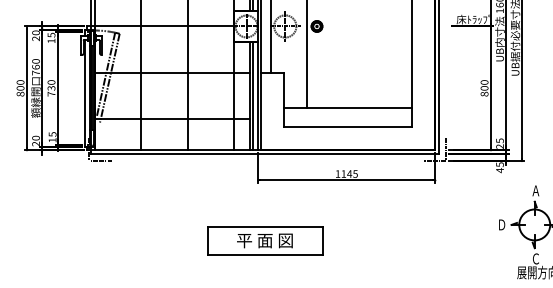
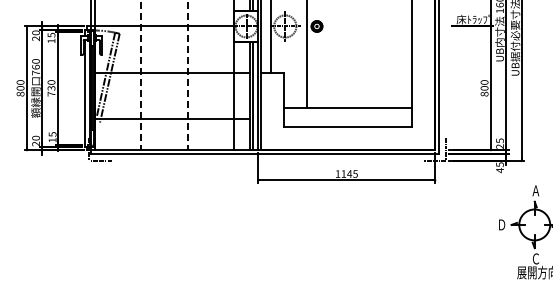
line at (141, 75): solid -> dashed
line at (187, 75): solid -> dashed
part at (265, 240): present -> none
